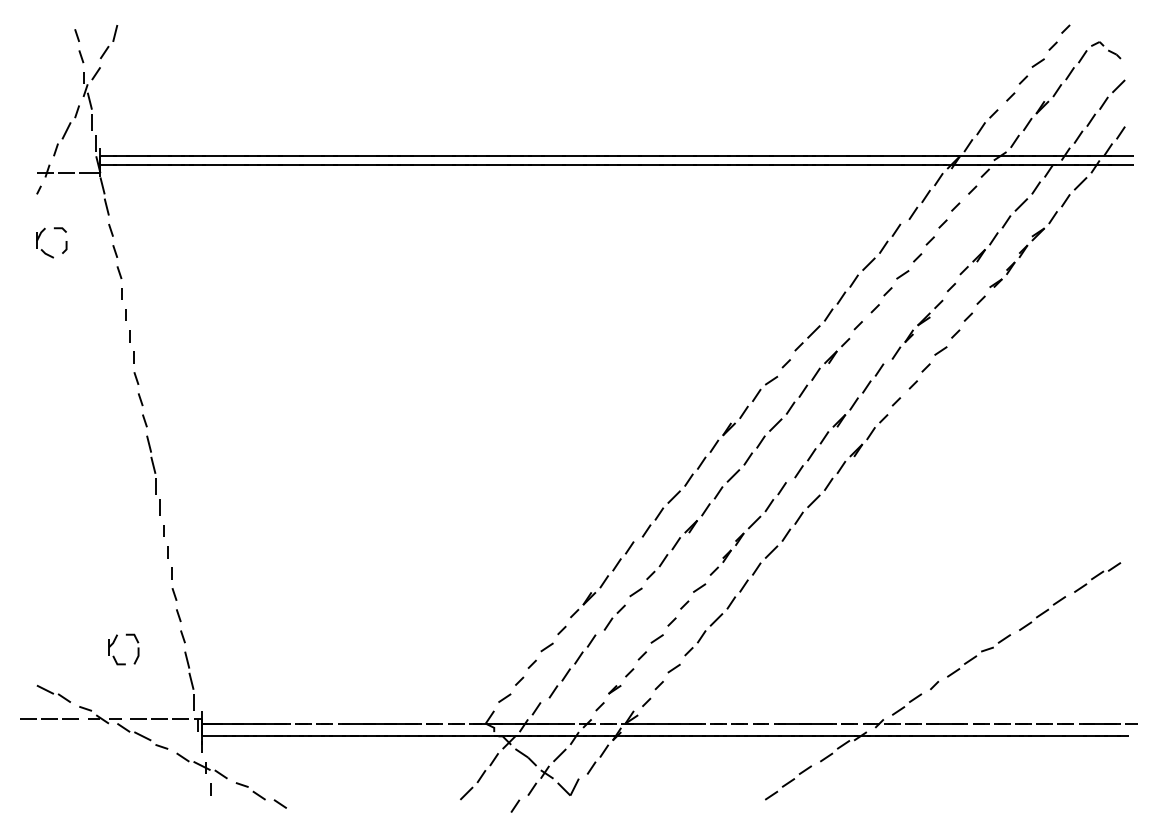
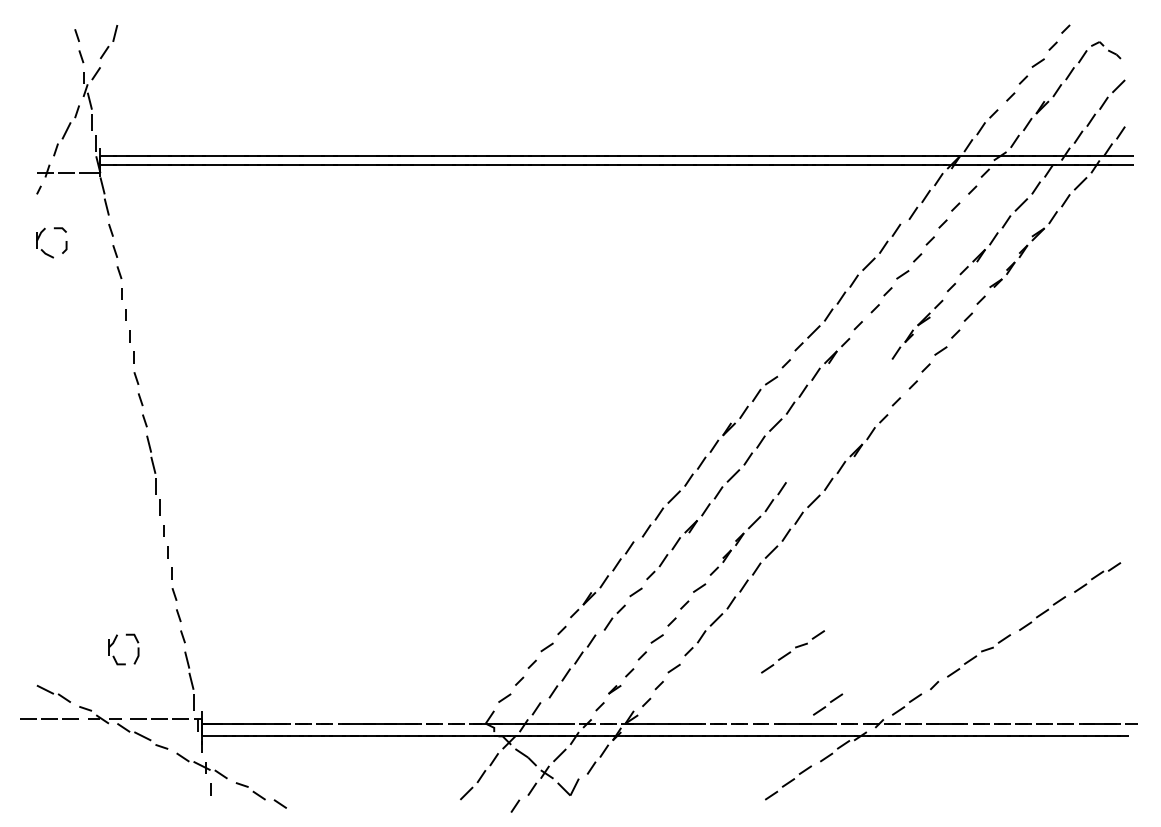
part at (839, 420): present -> none
part at (793, 651): none -> present
part at (828, 704): none -> present
